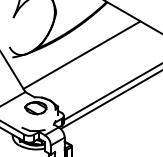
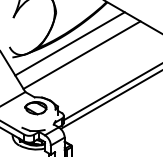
line at (69, 43): none -> present
